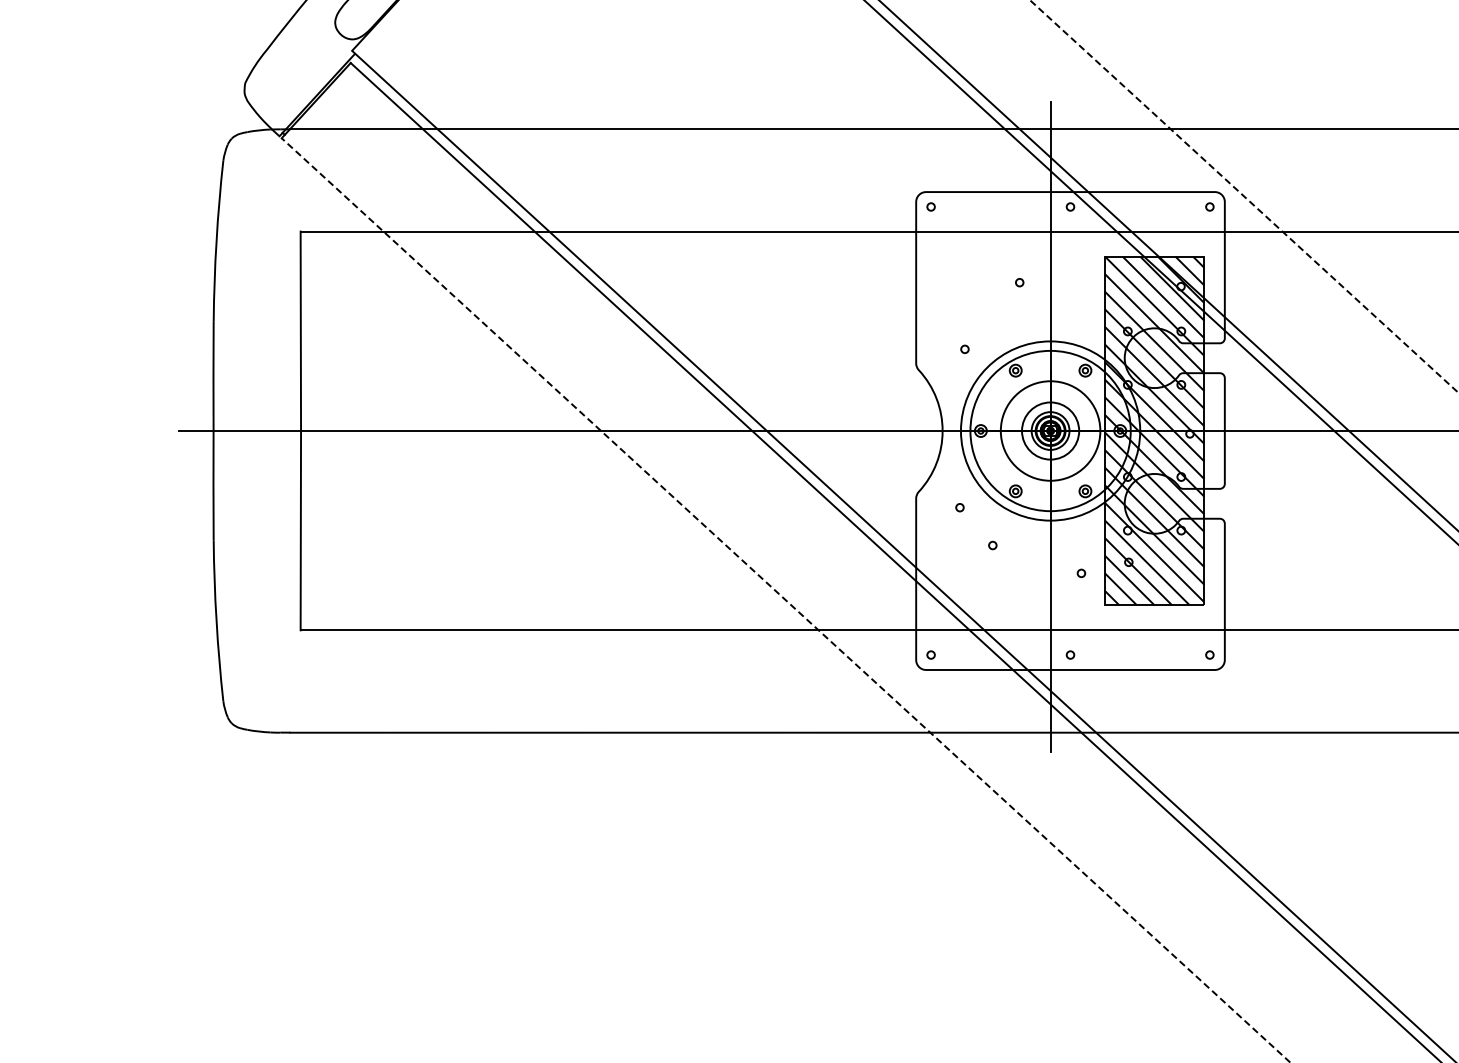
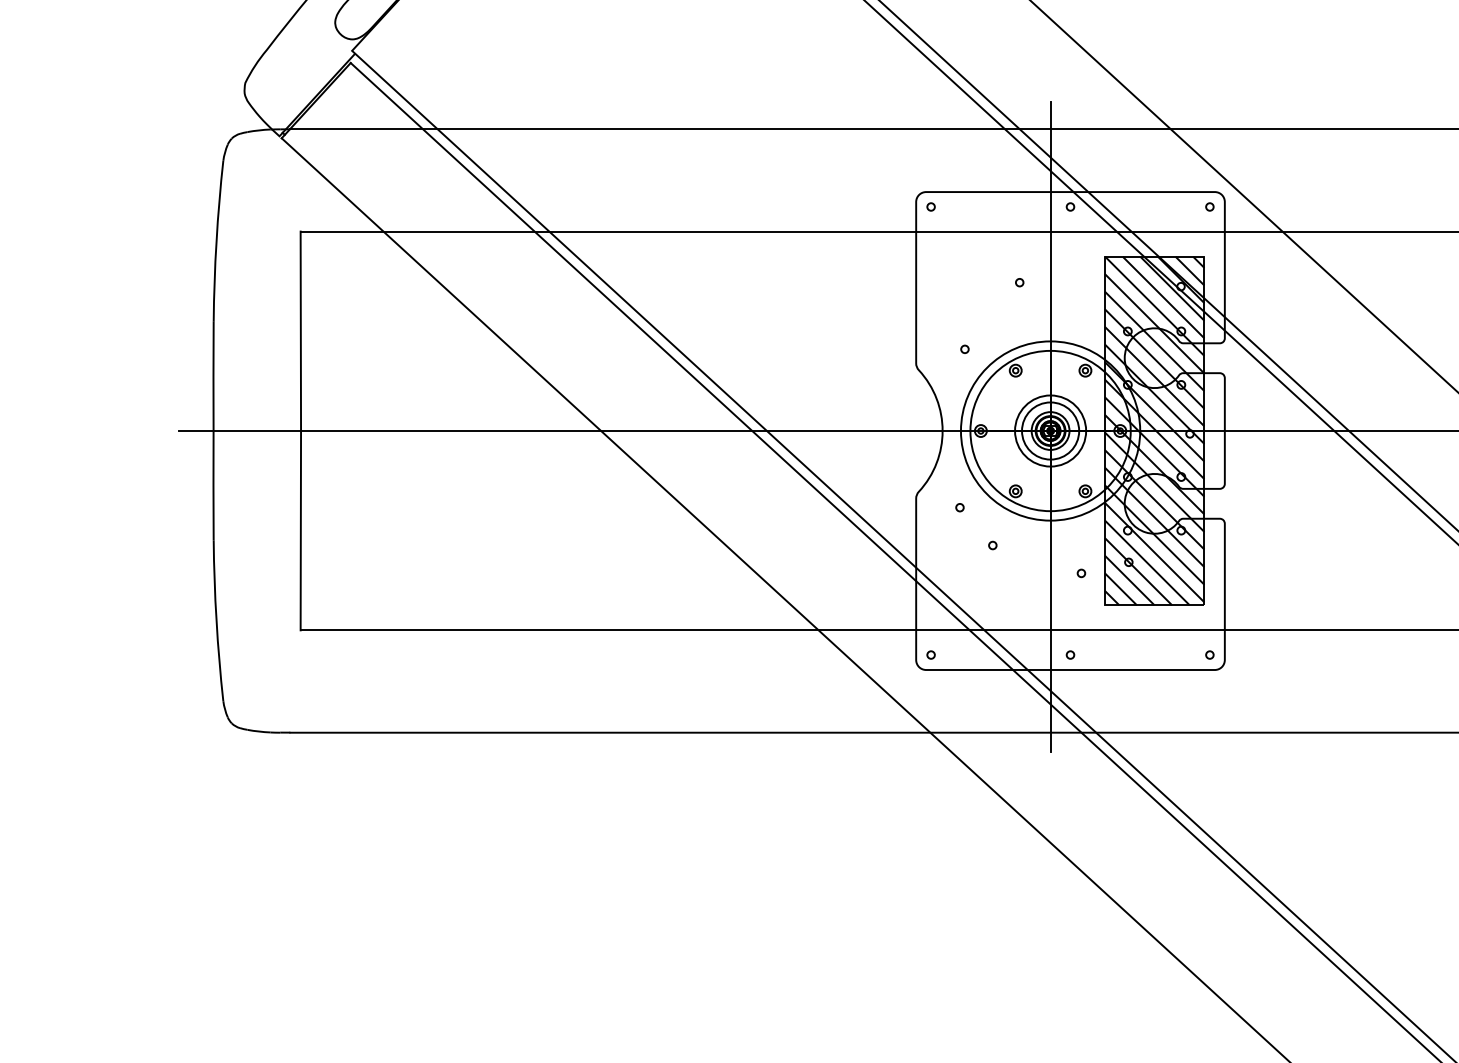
line at (1244, 196): dashed -> solid
circle at (1050, 430) diameter: 100 px -> 71 px
line at (786, 600): dashed -> solid
